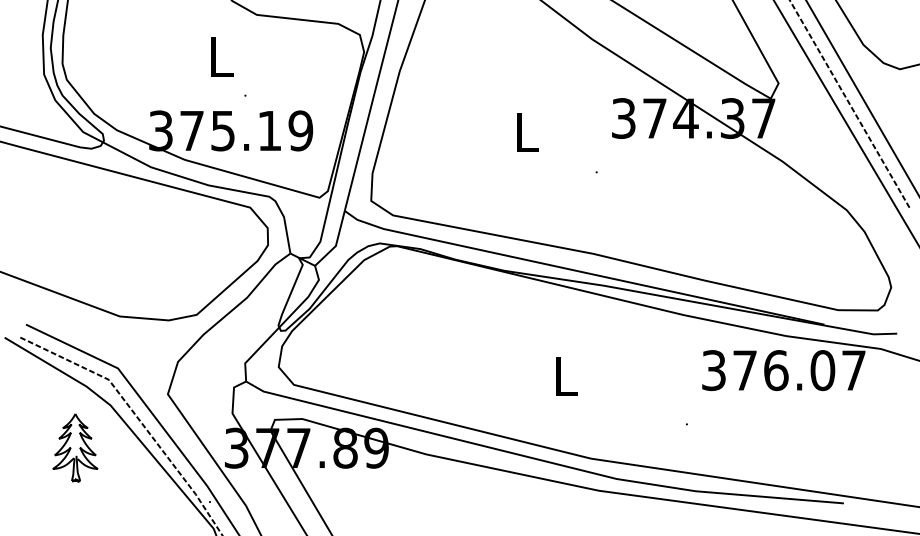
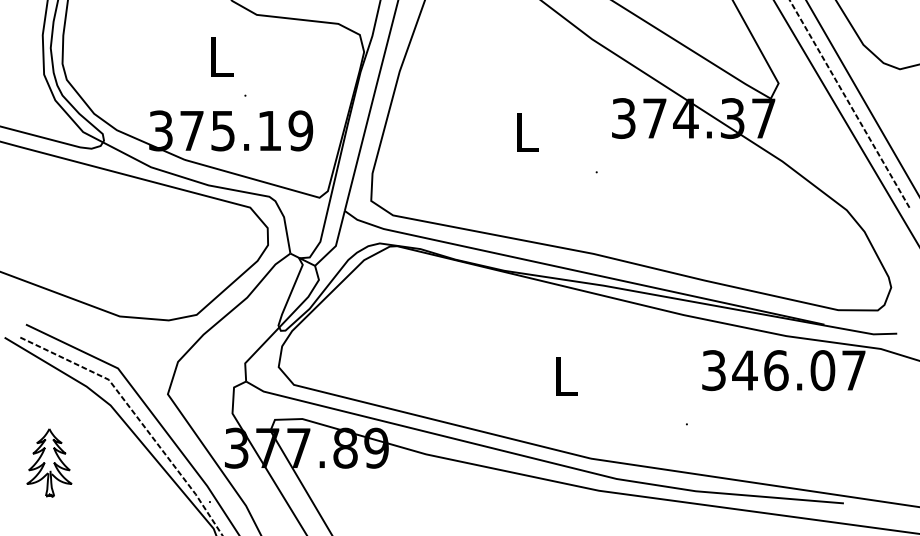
text at (744, 370): 376.07 -> 346.07
part at (75, 447) position: (75, 447) -> (49, 462)
